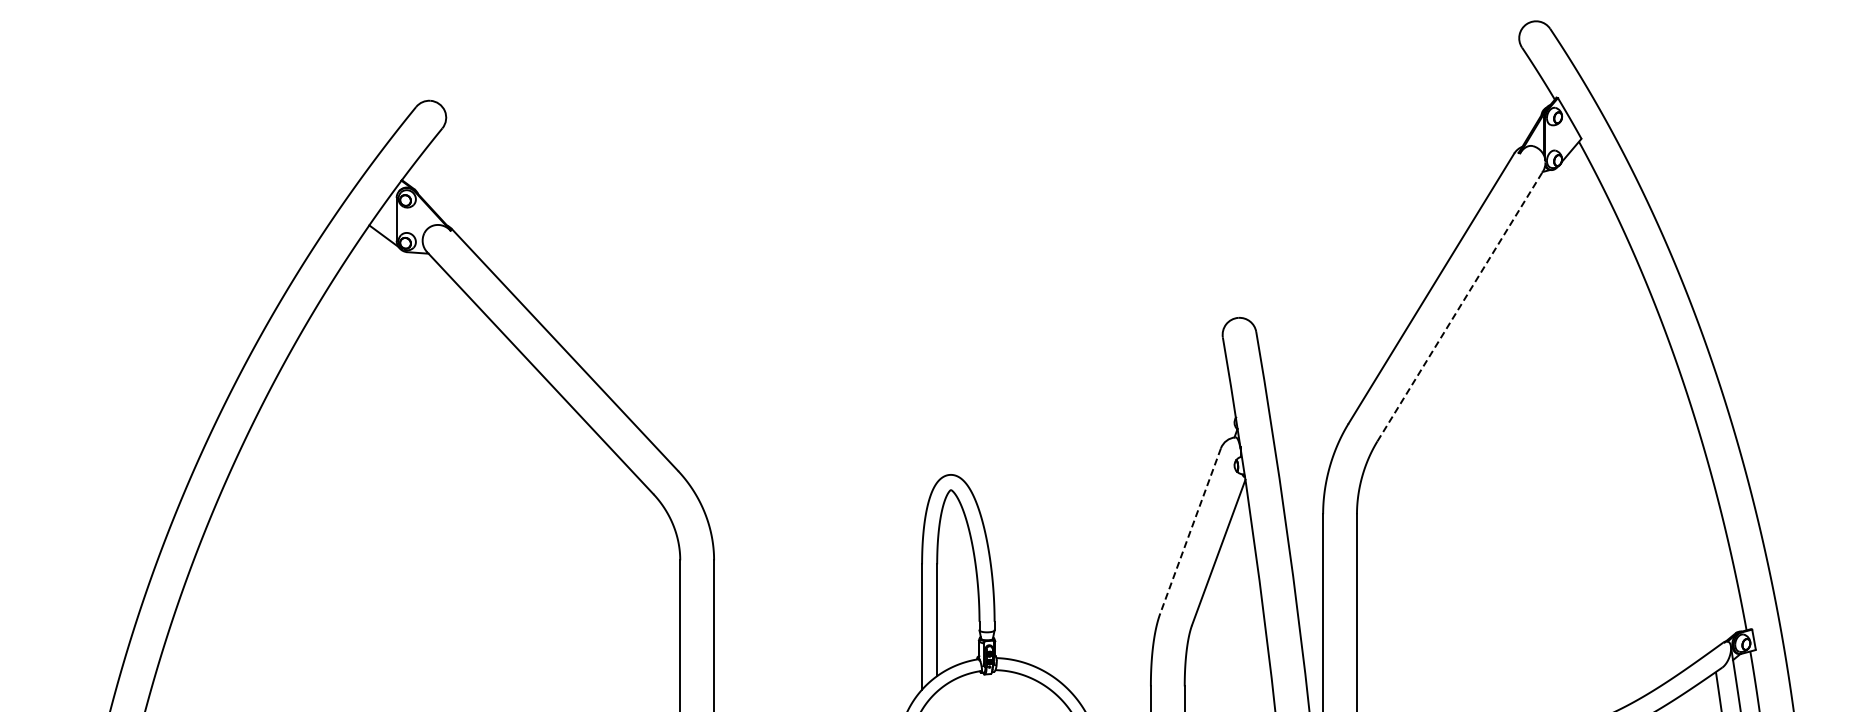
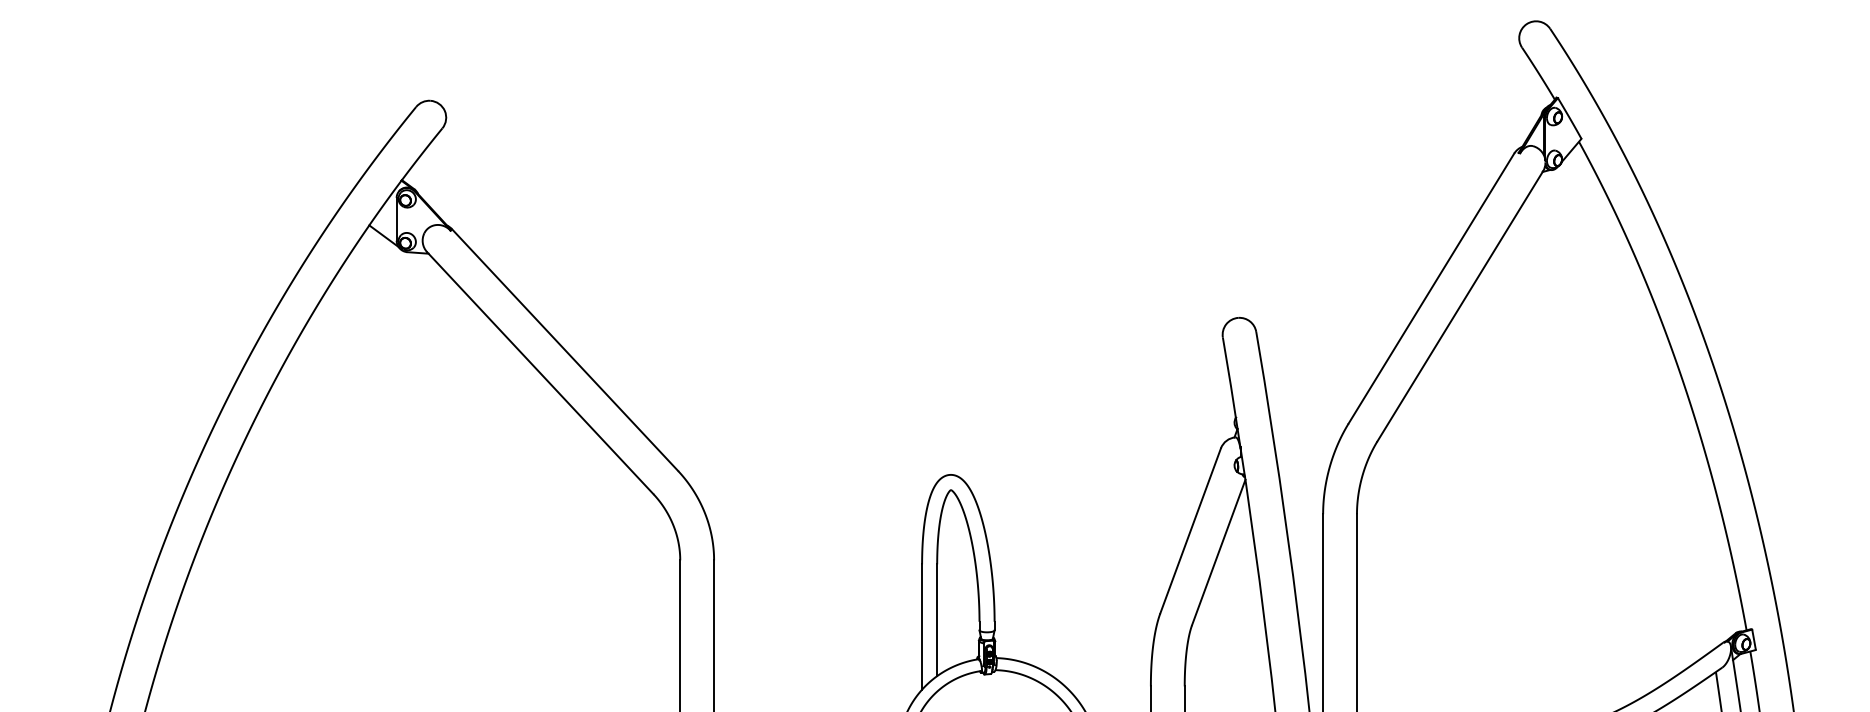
line at (1460, 305): dashed -> solid
line at (1190, 530): dashed -> solid
